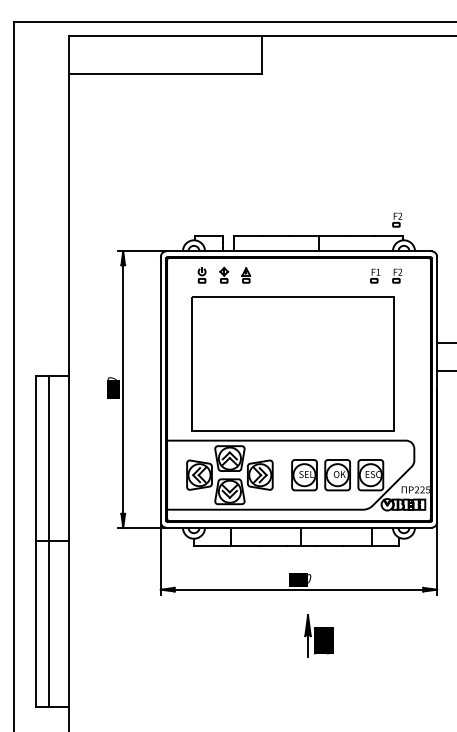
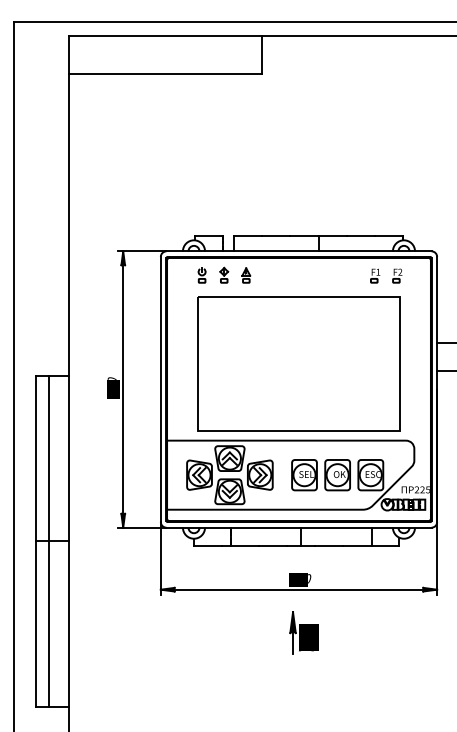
part at (397, 219): present -> none
part at (292, 363) position: (292, 363) -> (298, 363)
part at (318, 635) position: (318, 635) -> (303, 632)
